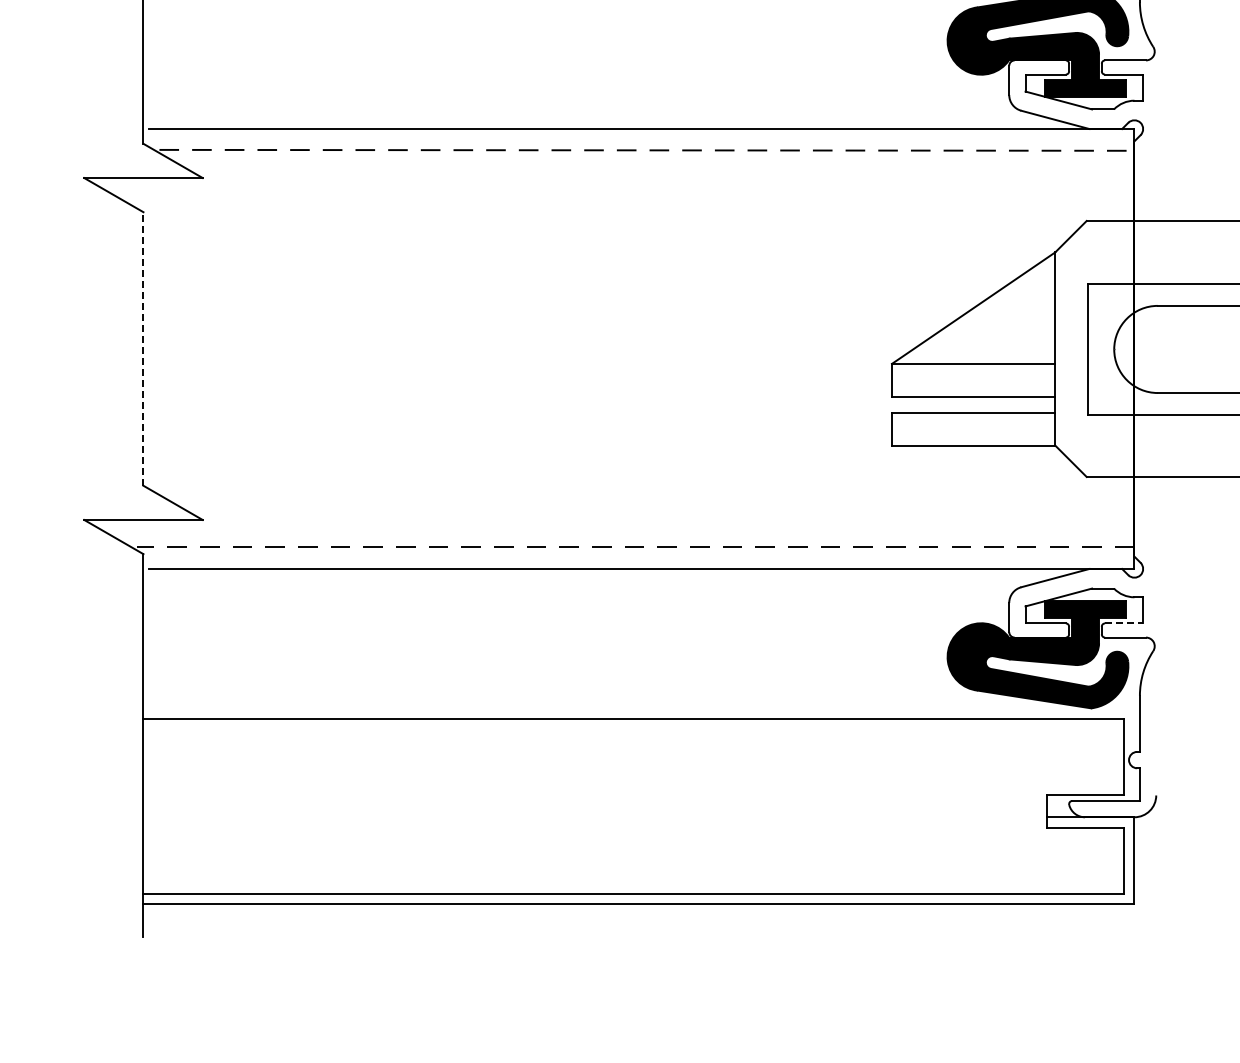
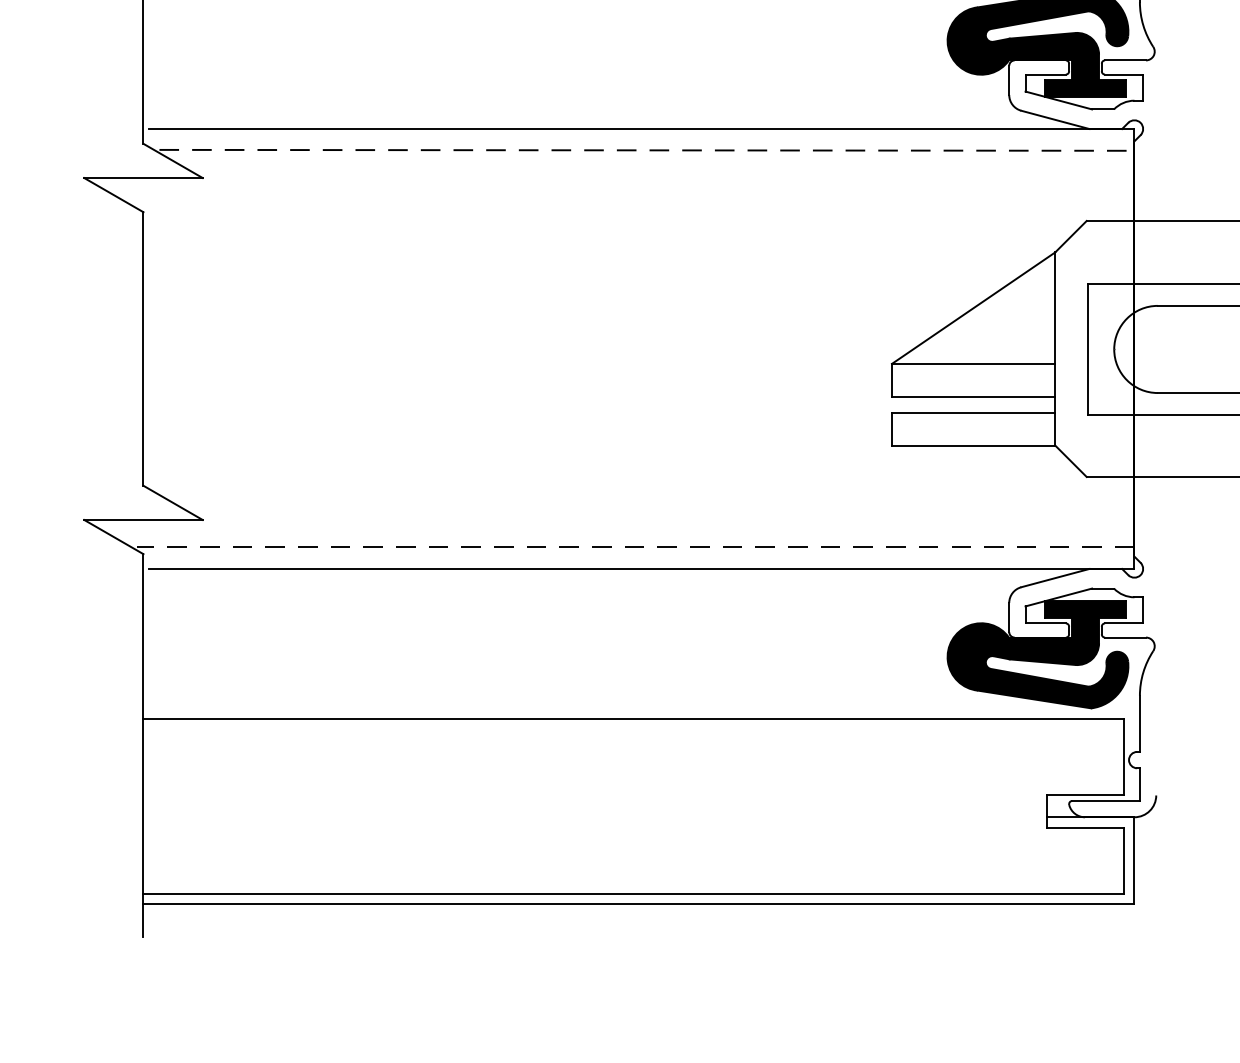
line at (143, 349): dashed -> solid
line at (1124, 623): dashed -> solid
